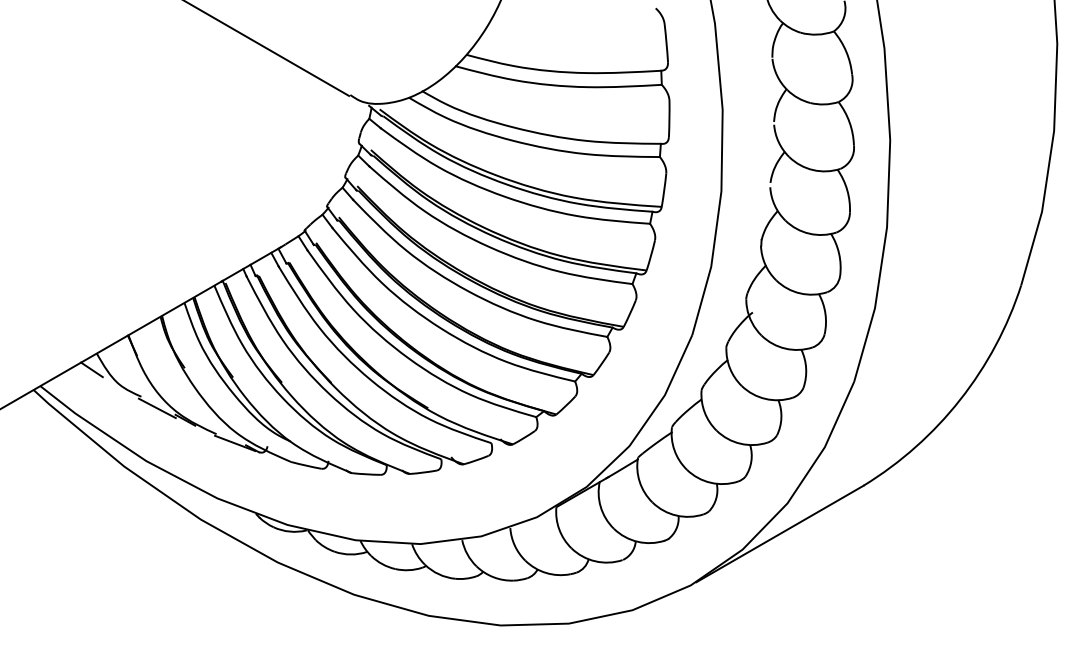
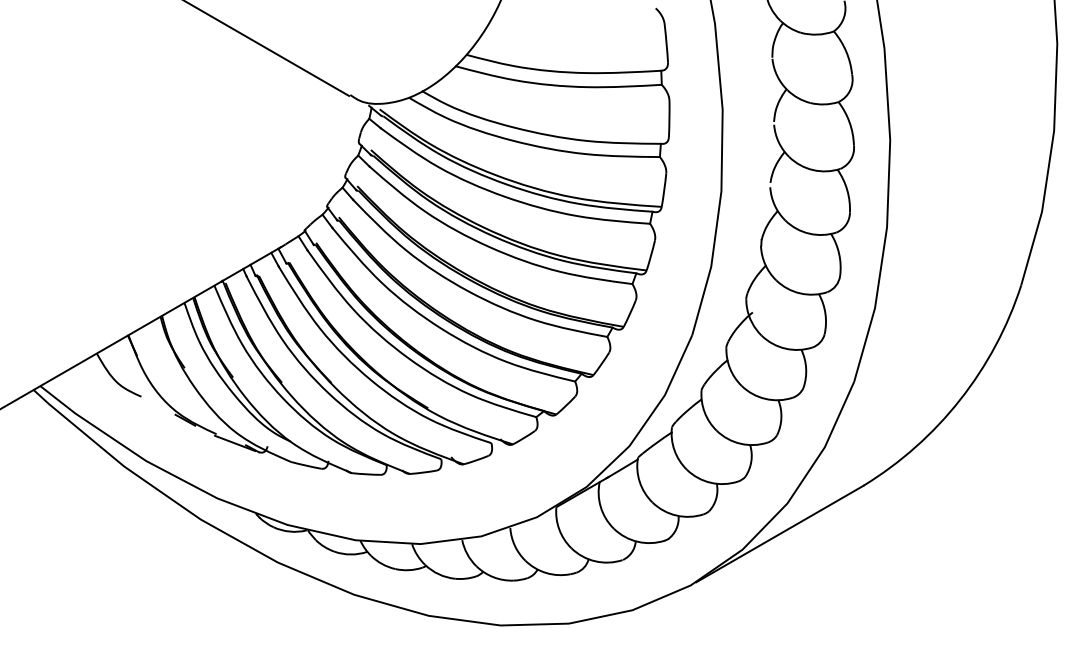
line at (91, 369): present -> none
line at (156, 408): present -> none
